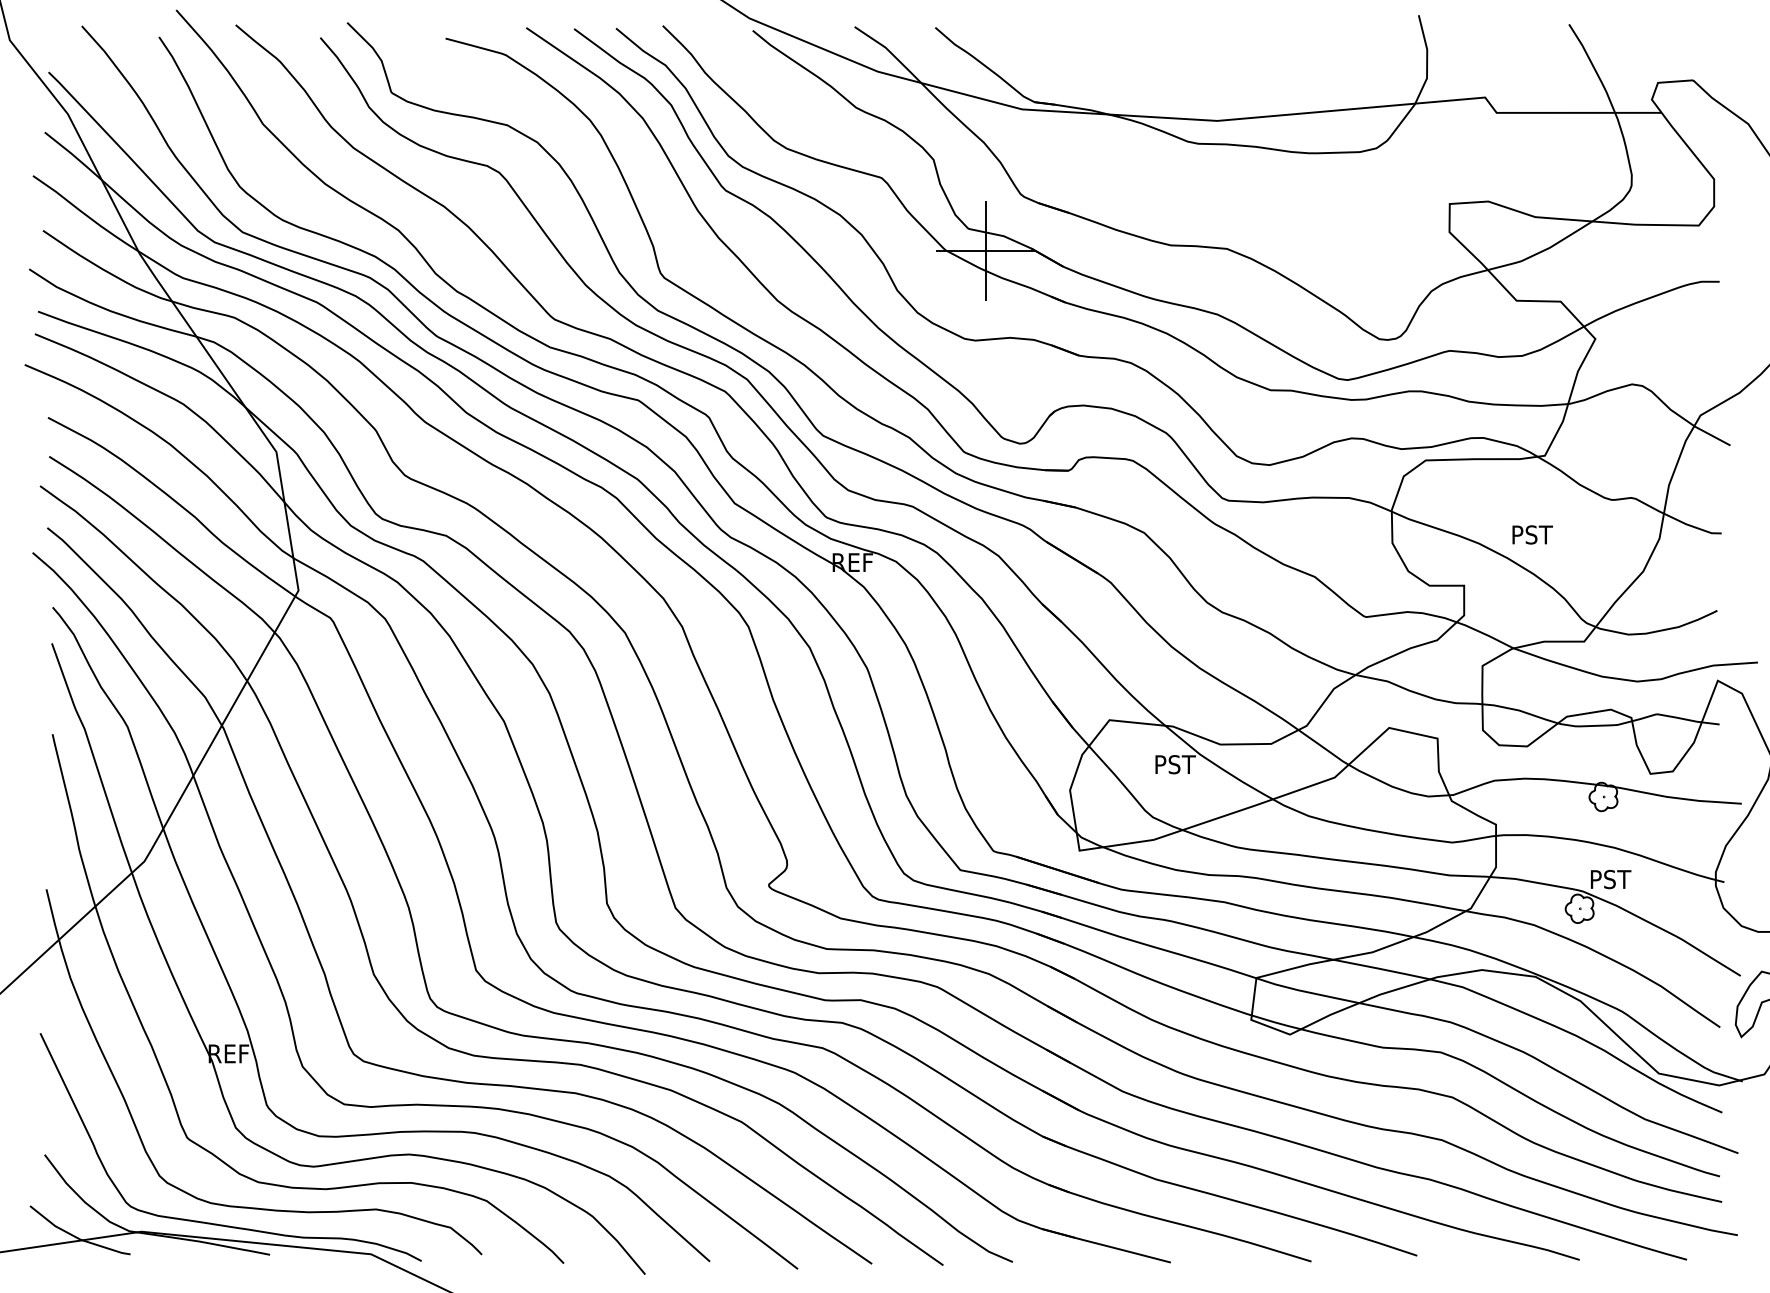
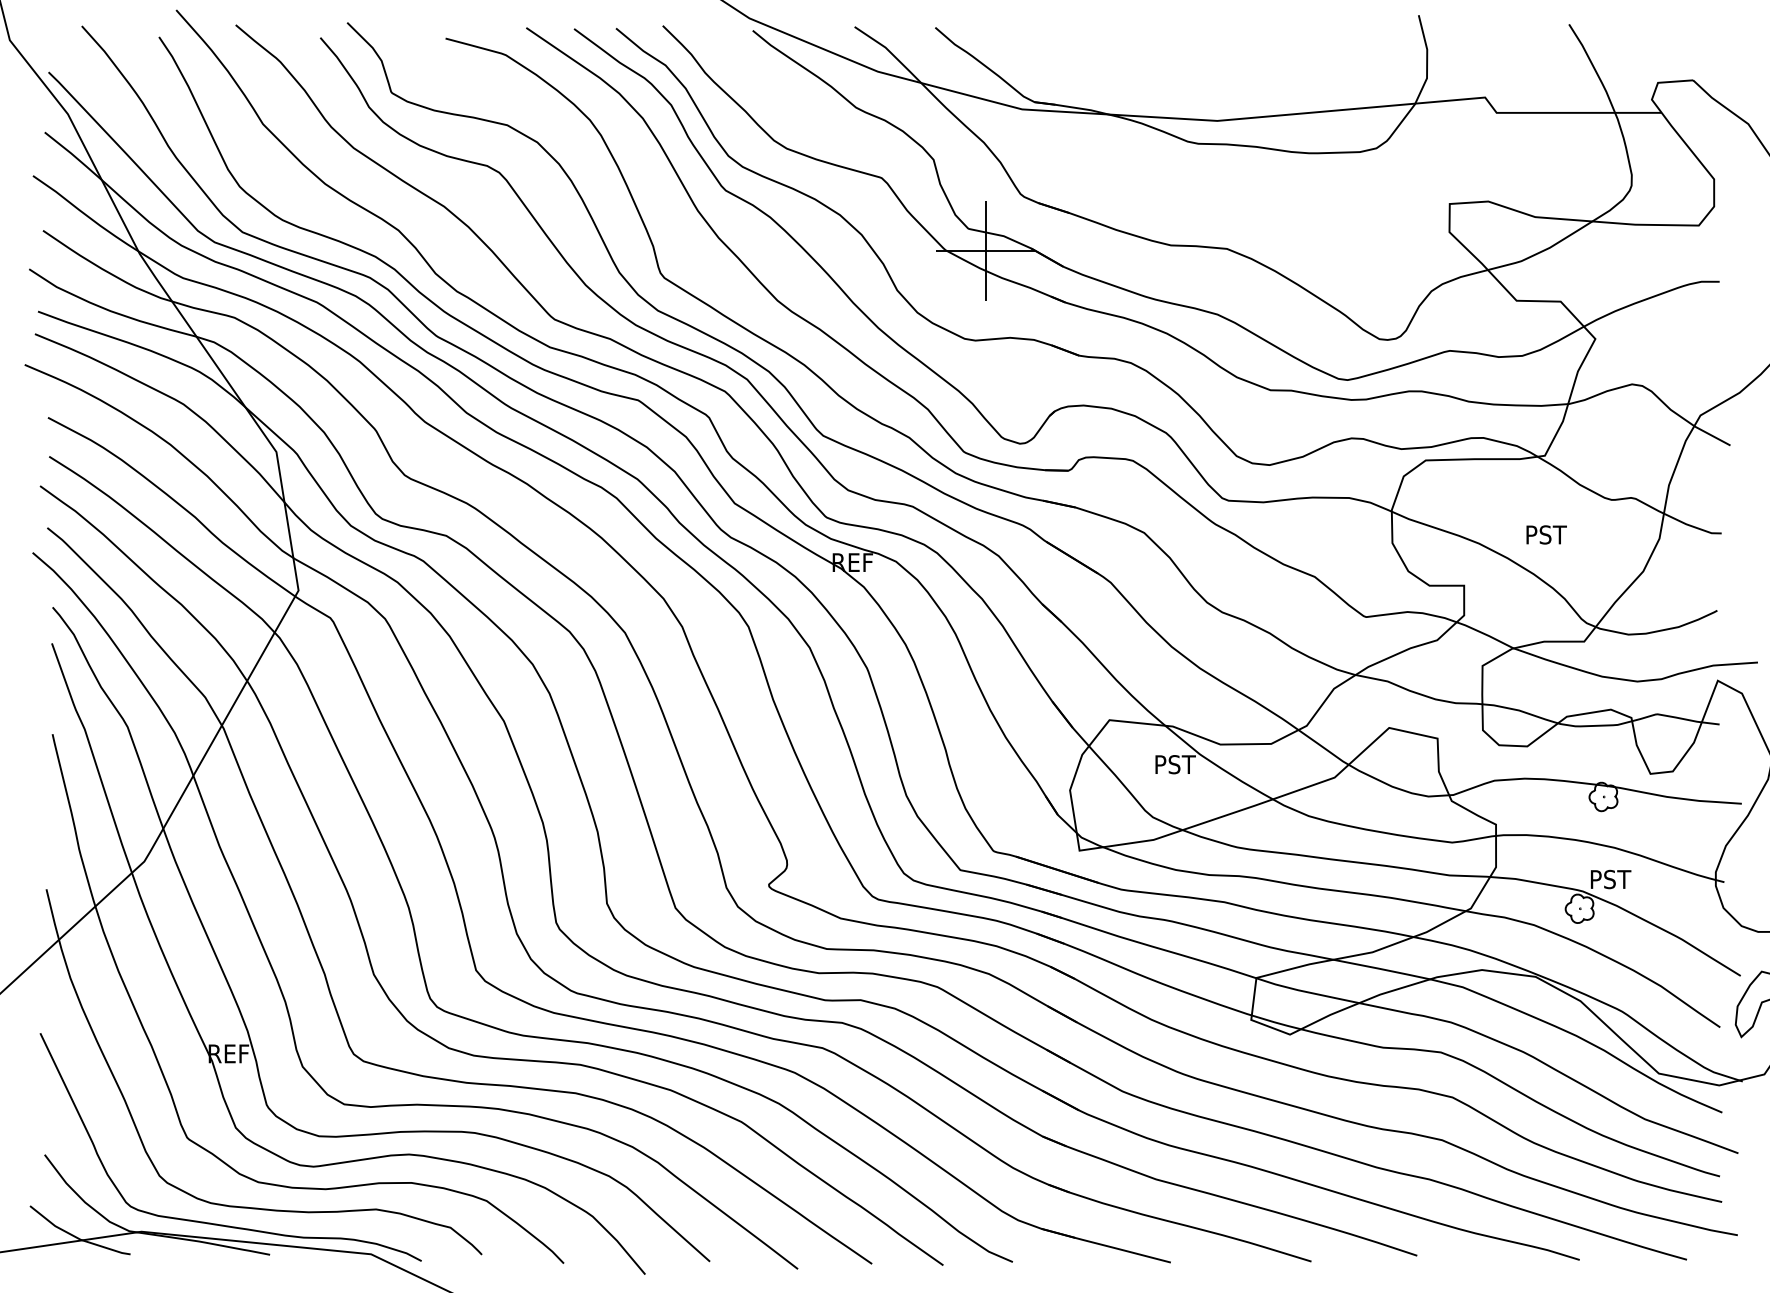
text at (1532, 534) position: (1532, 534) -> (1546, 534)
